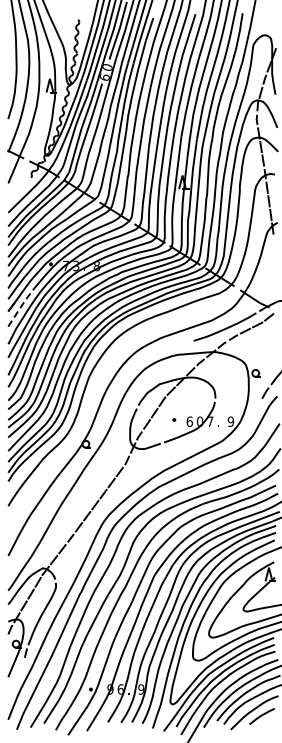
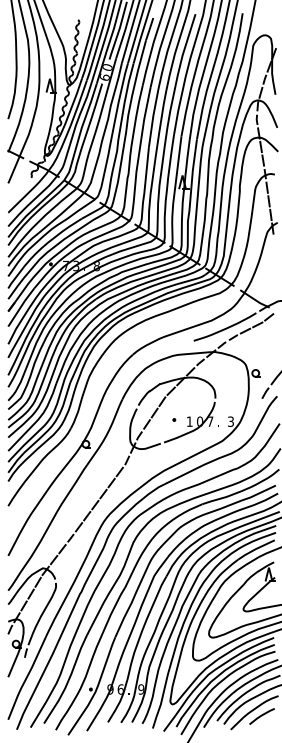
line at (20, 307): dashed -> solid
text at (189, 421): 6 -> 1
text at (230, 421): 9 -> 3
